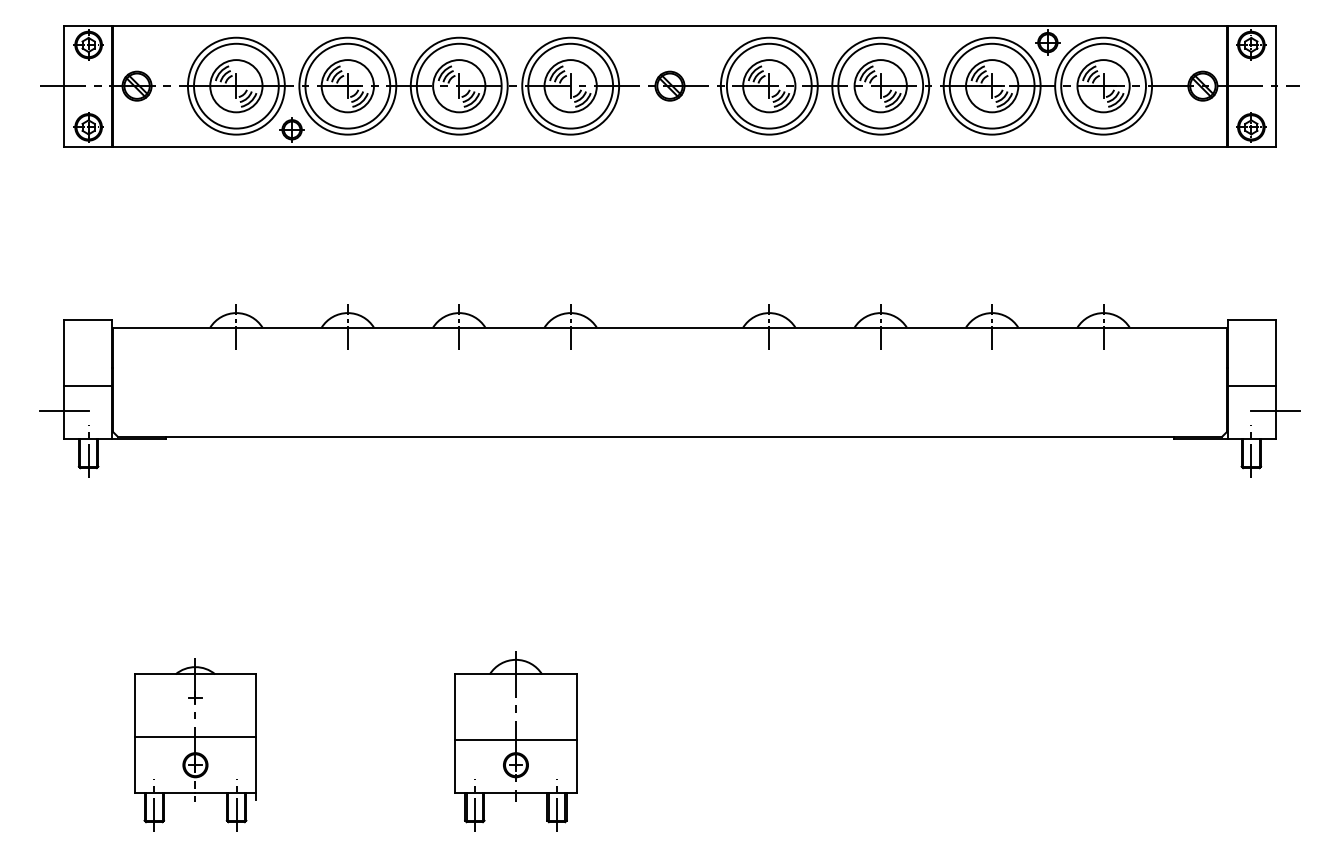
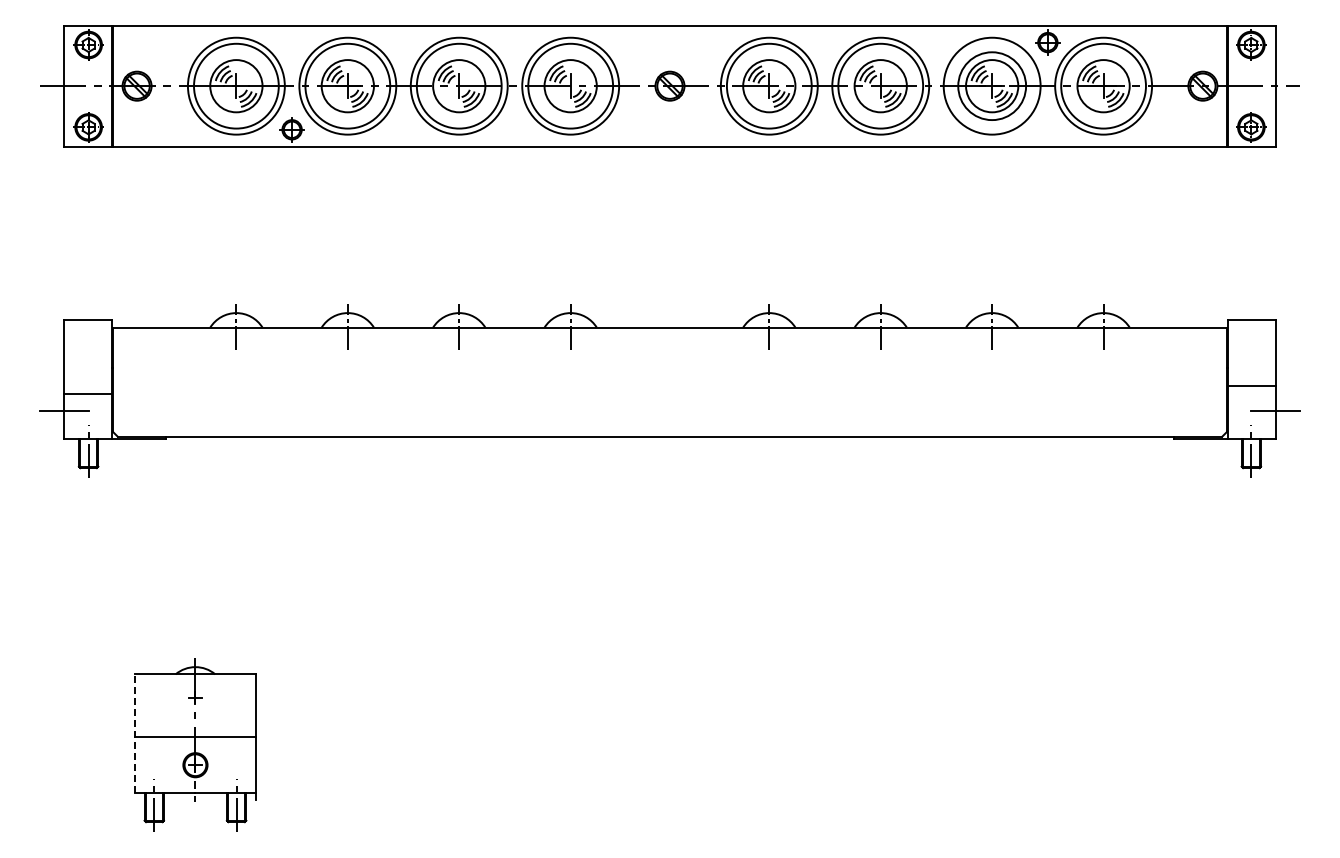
circle at (991, 85) diameter: 85 px -> 68 px
line at (87, 385) position: (87, 385) -> (87, 393)
line at (134, 733): solid -> dashed
part at (515, 741): present -> none
